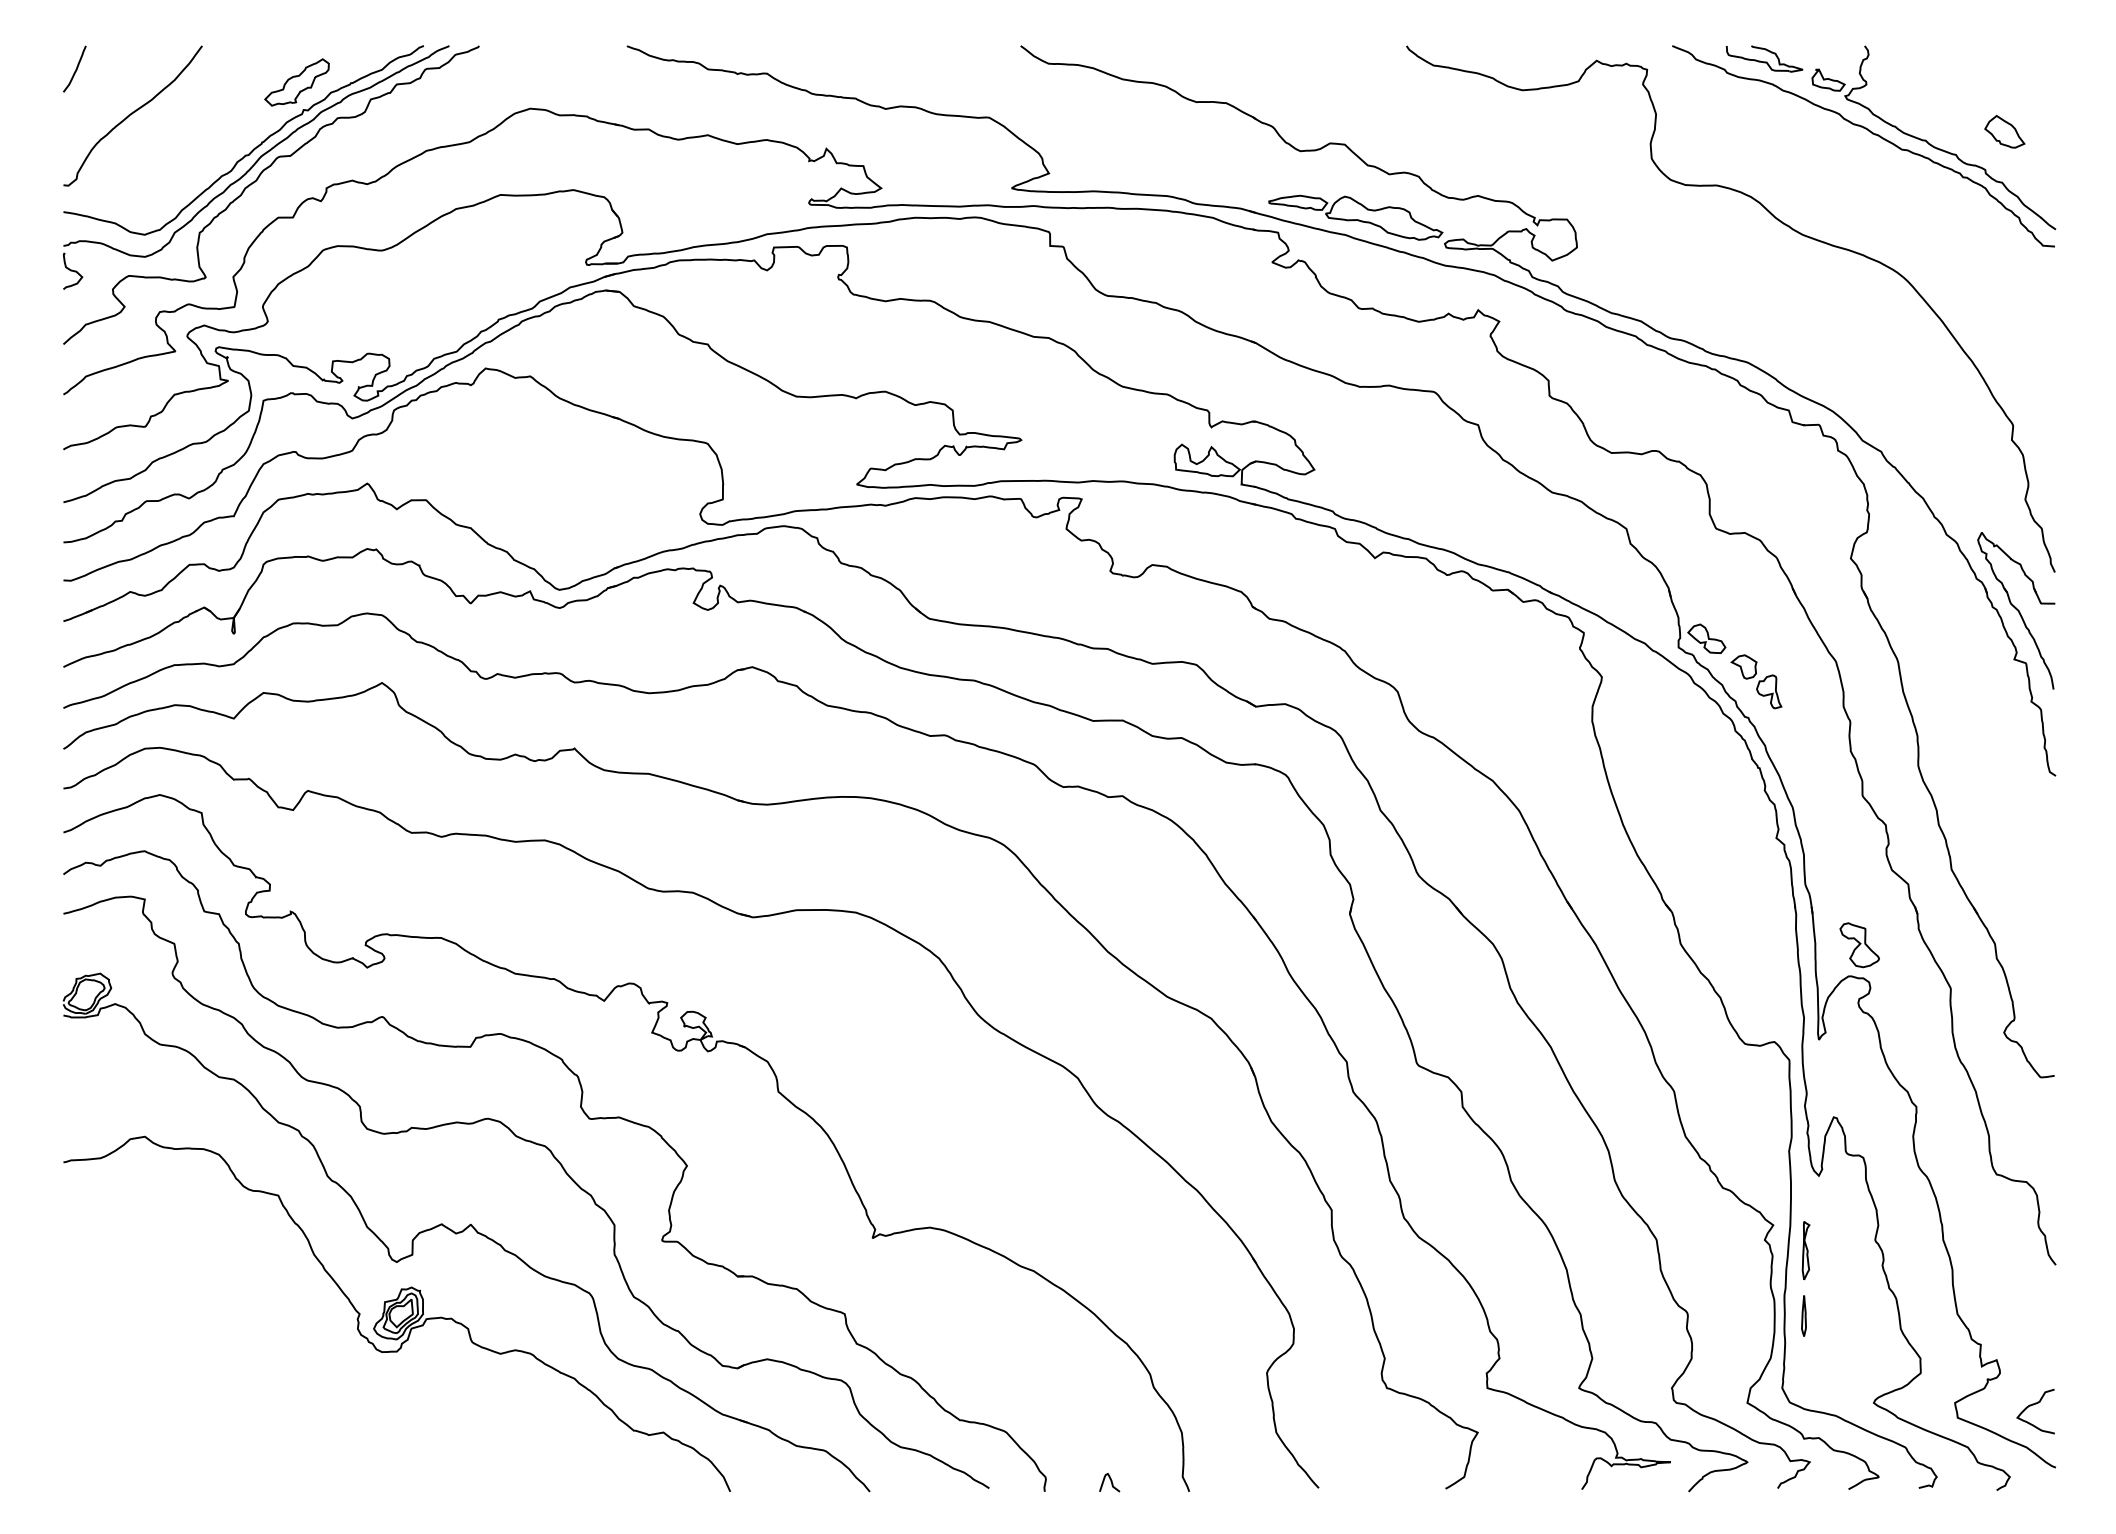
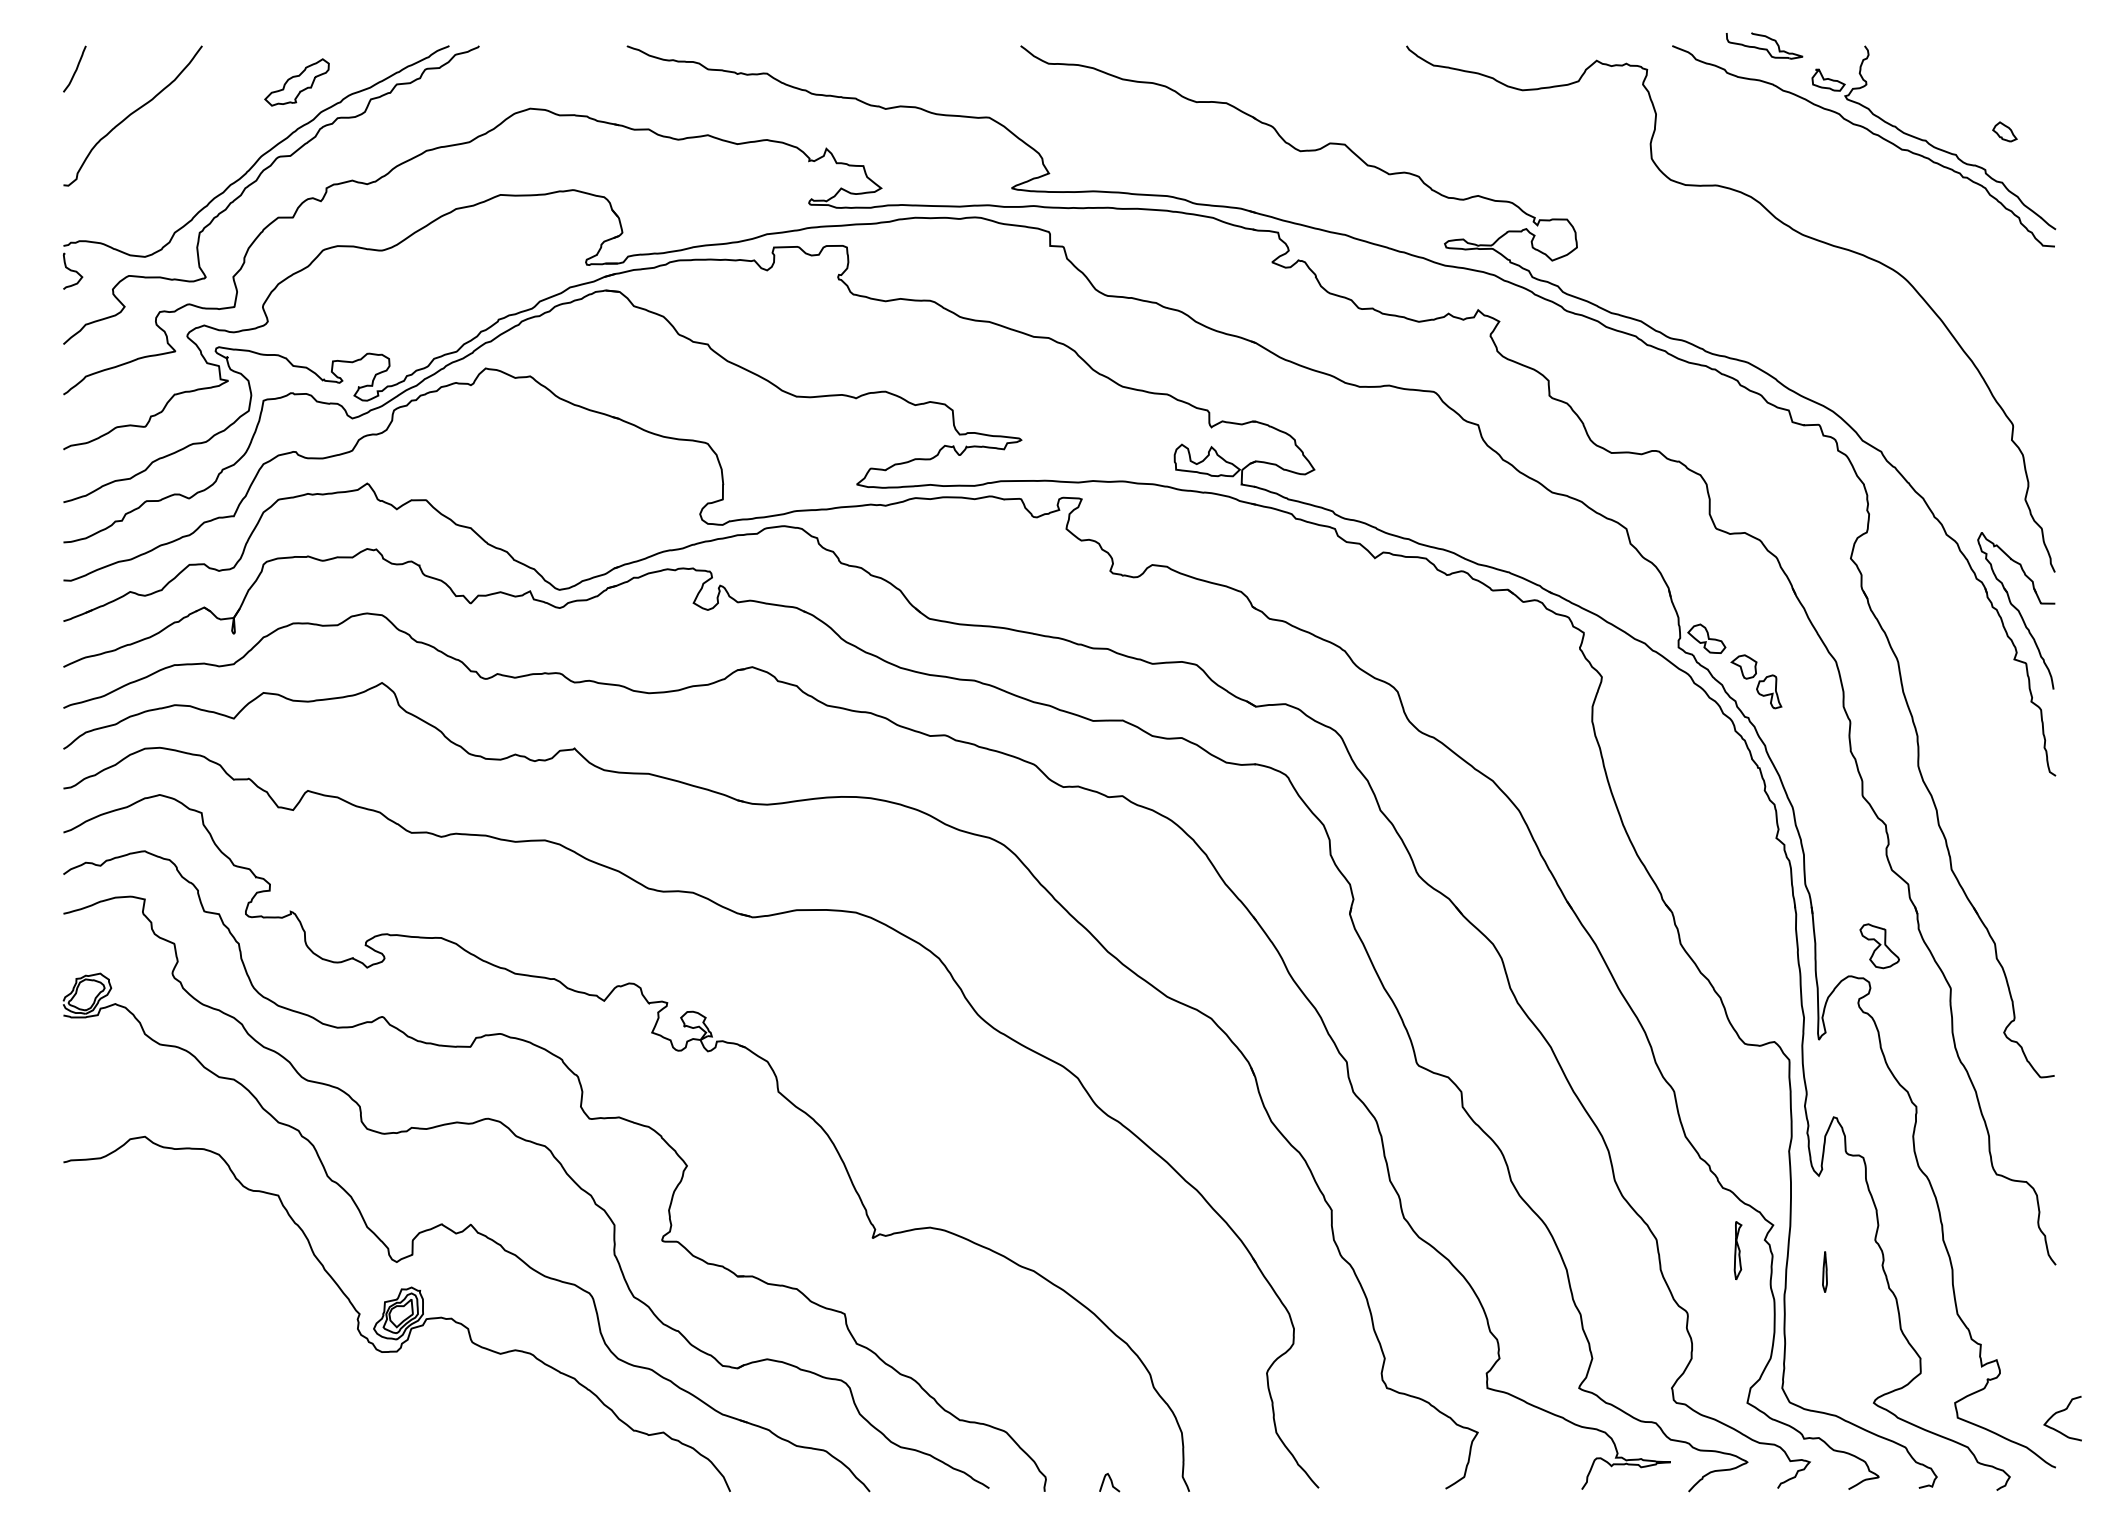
part at (1764, 58) position: (1764, 58) -> (1764, 45)
part at (2004, 131) size: 42x34 px -> 26x22 px
curve at (252, 149): present -> none
part at (1355, 217): present -> none
part at (1859, 945) position: (1859, 945) -> (1879, 946)
part at (1805, 1250) position: (1805, 1250) -> (1737, 1250)
part at (1803, 1315) position: (1803, 1315) -> (1824, 1271)
curve at (2033, 1405) position: (2033, 1405) -> (2060, 1412)
